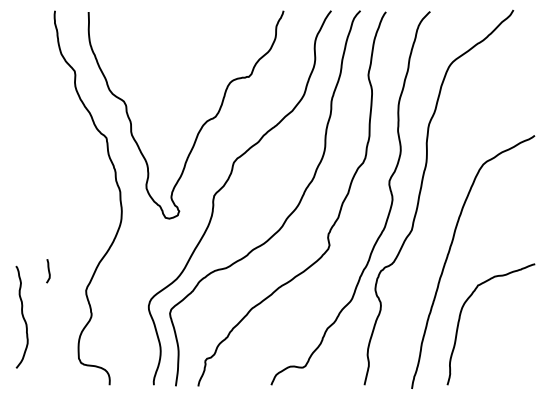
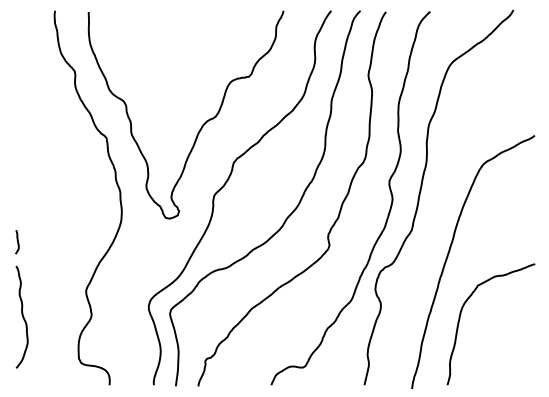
curve at (48, 271) position: (48, 271) -> (17, 242)
